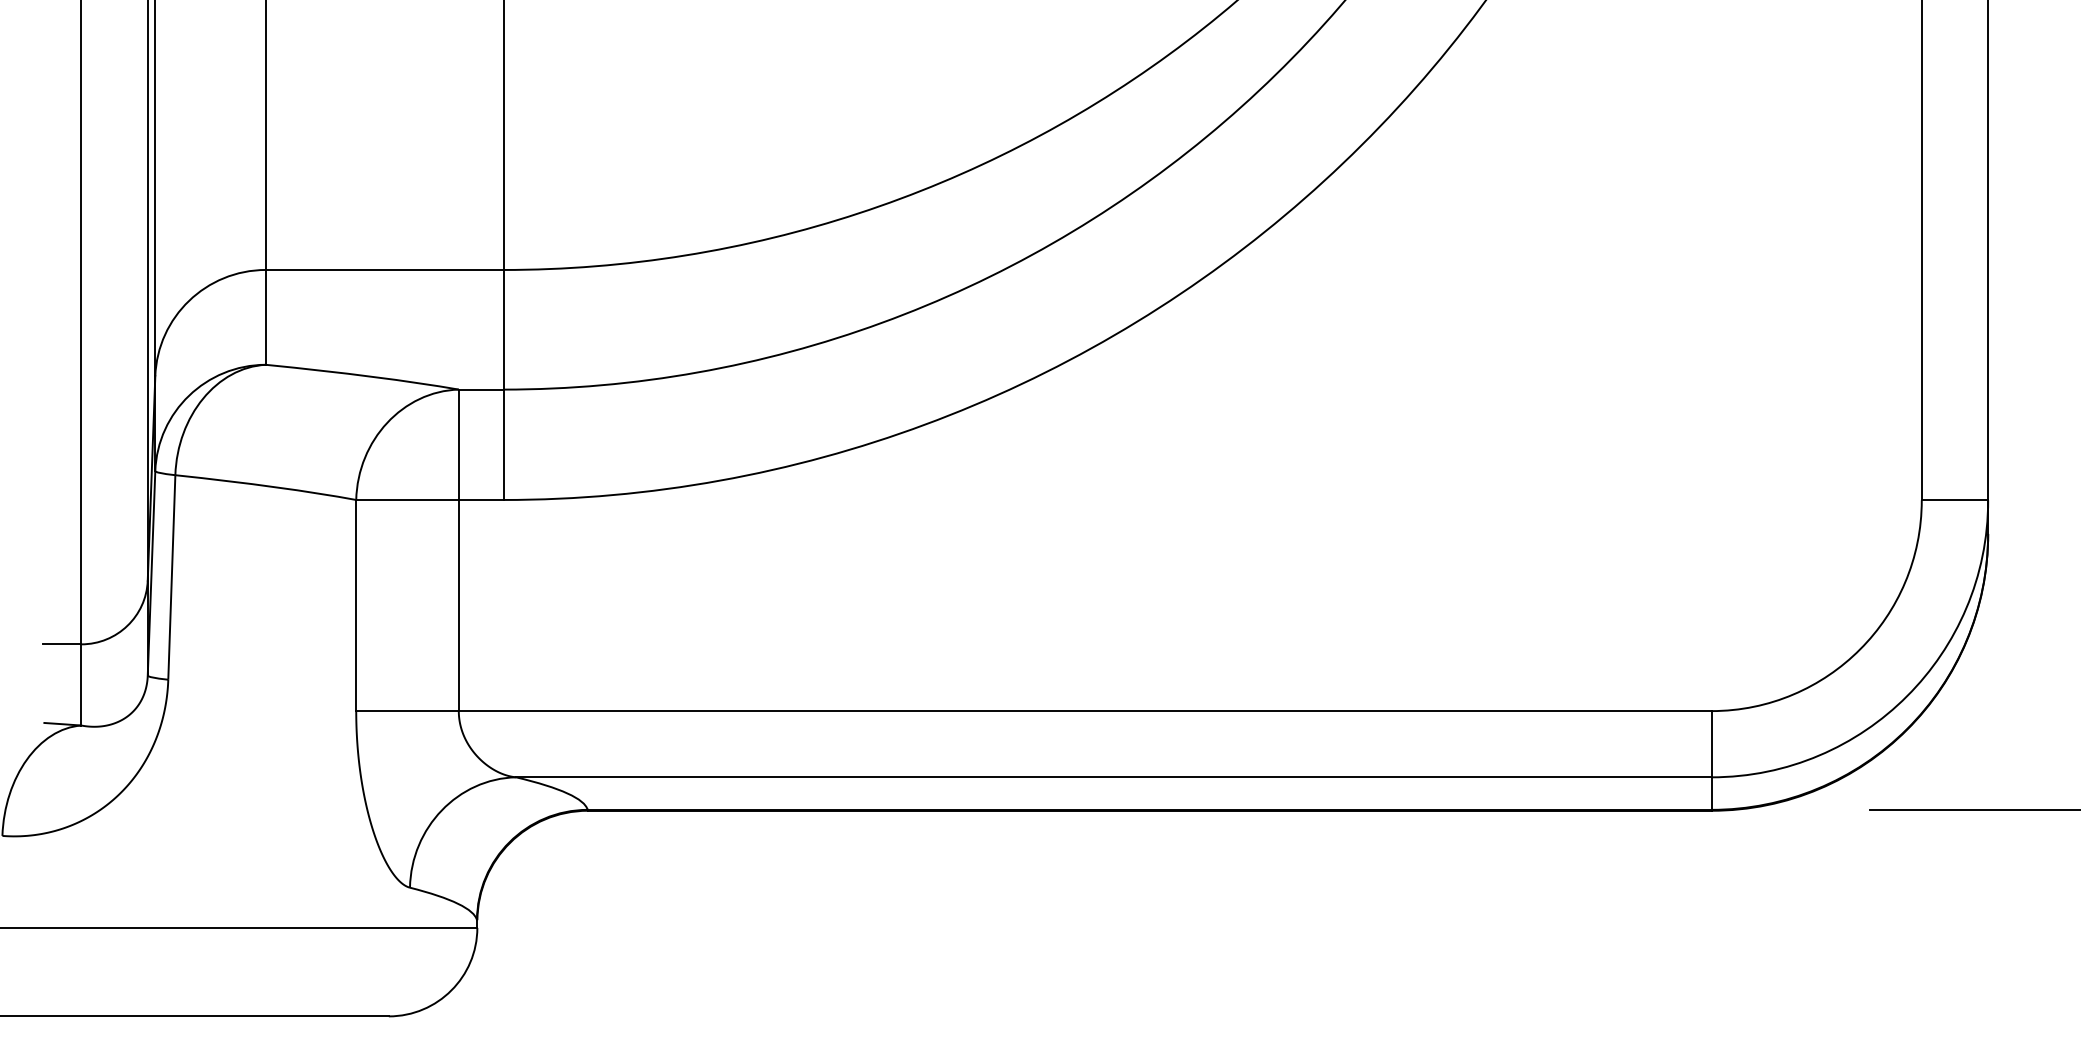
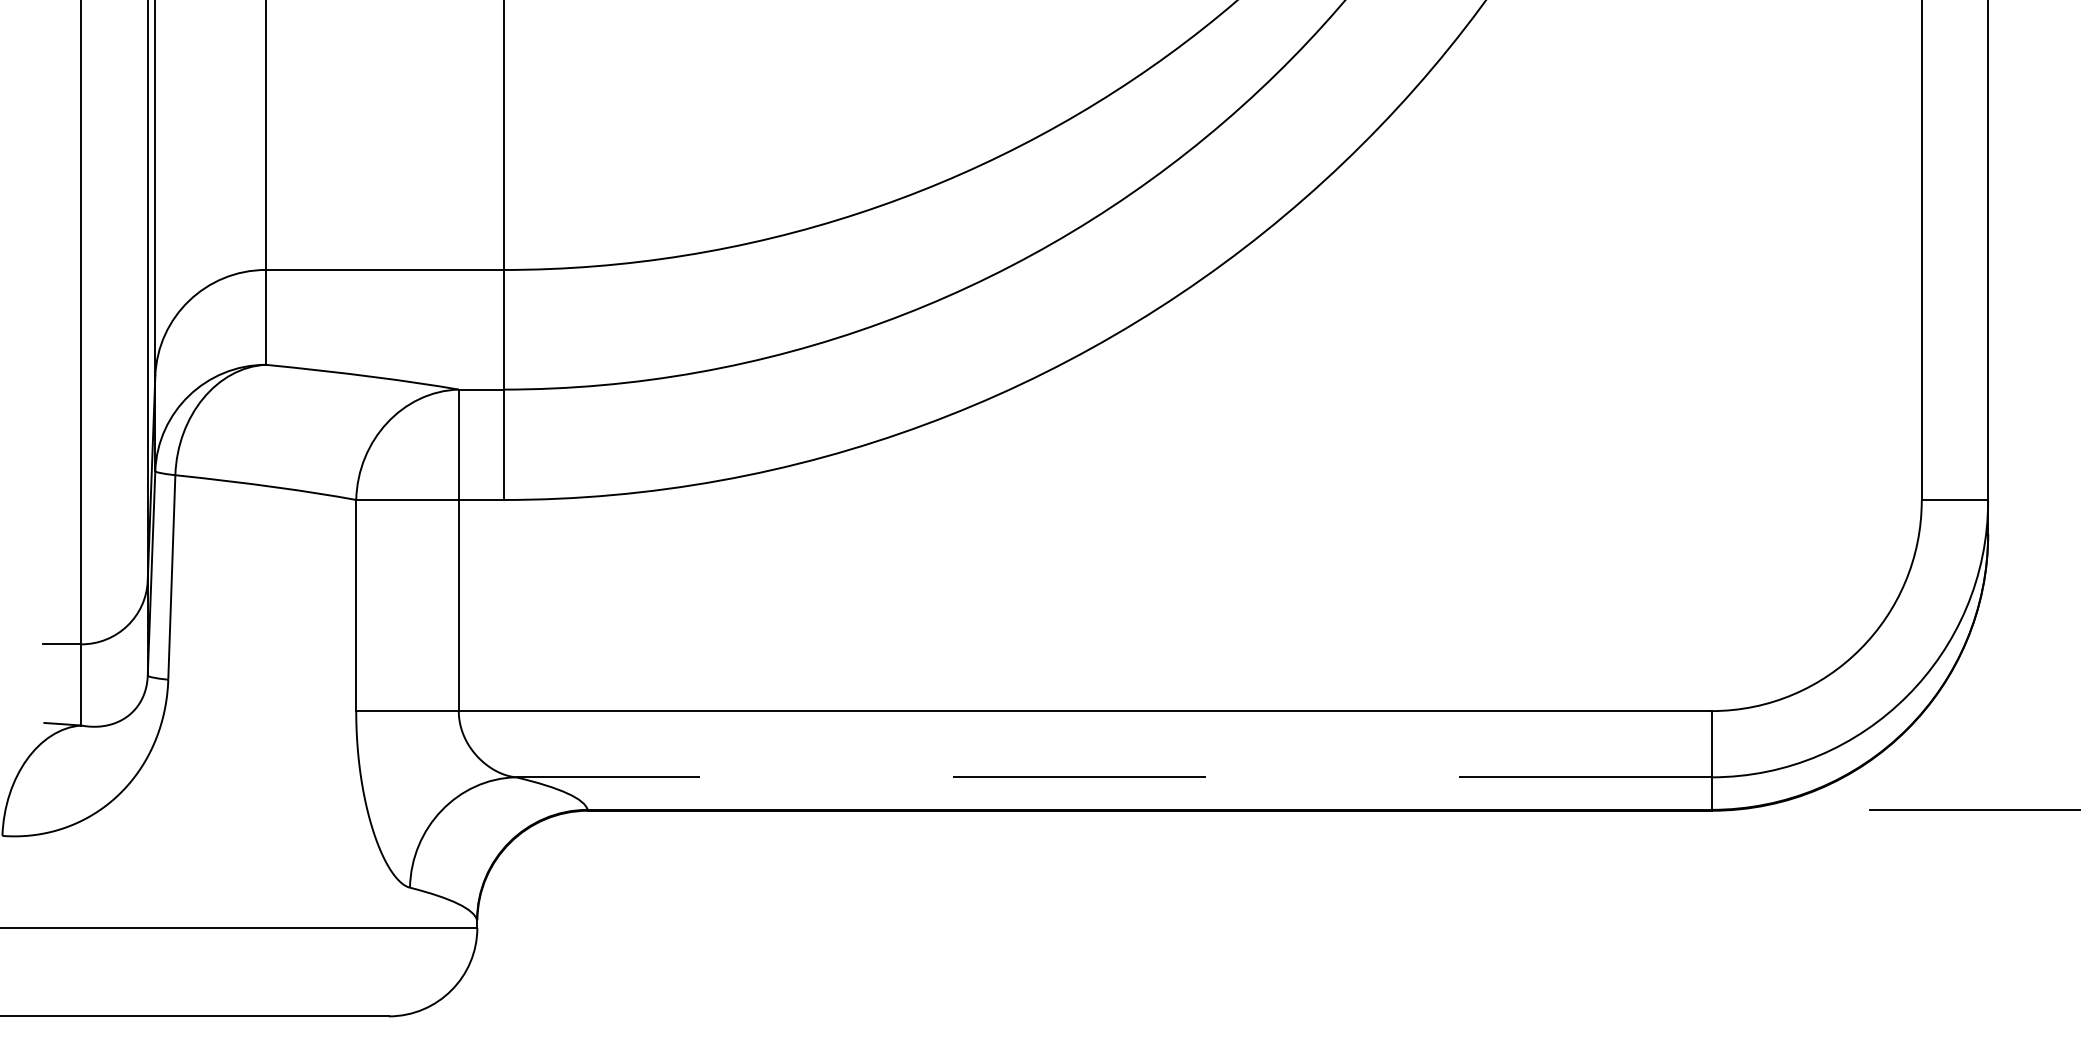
line at (1113, 777): solid -> dashed
